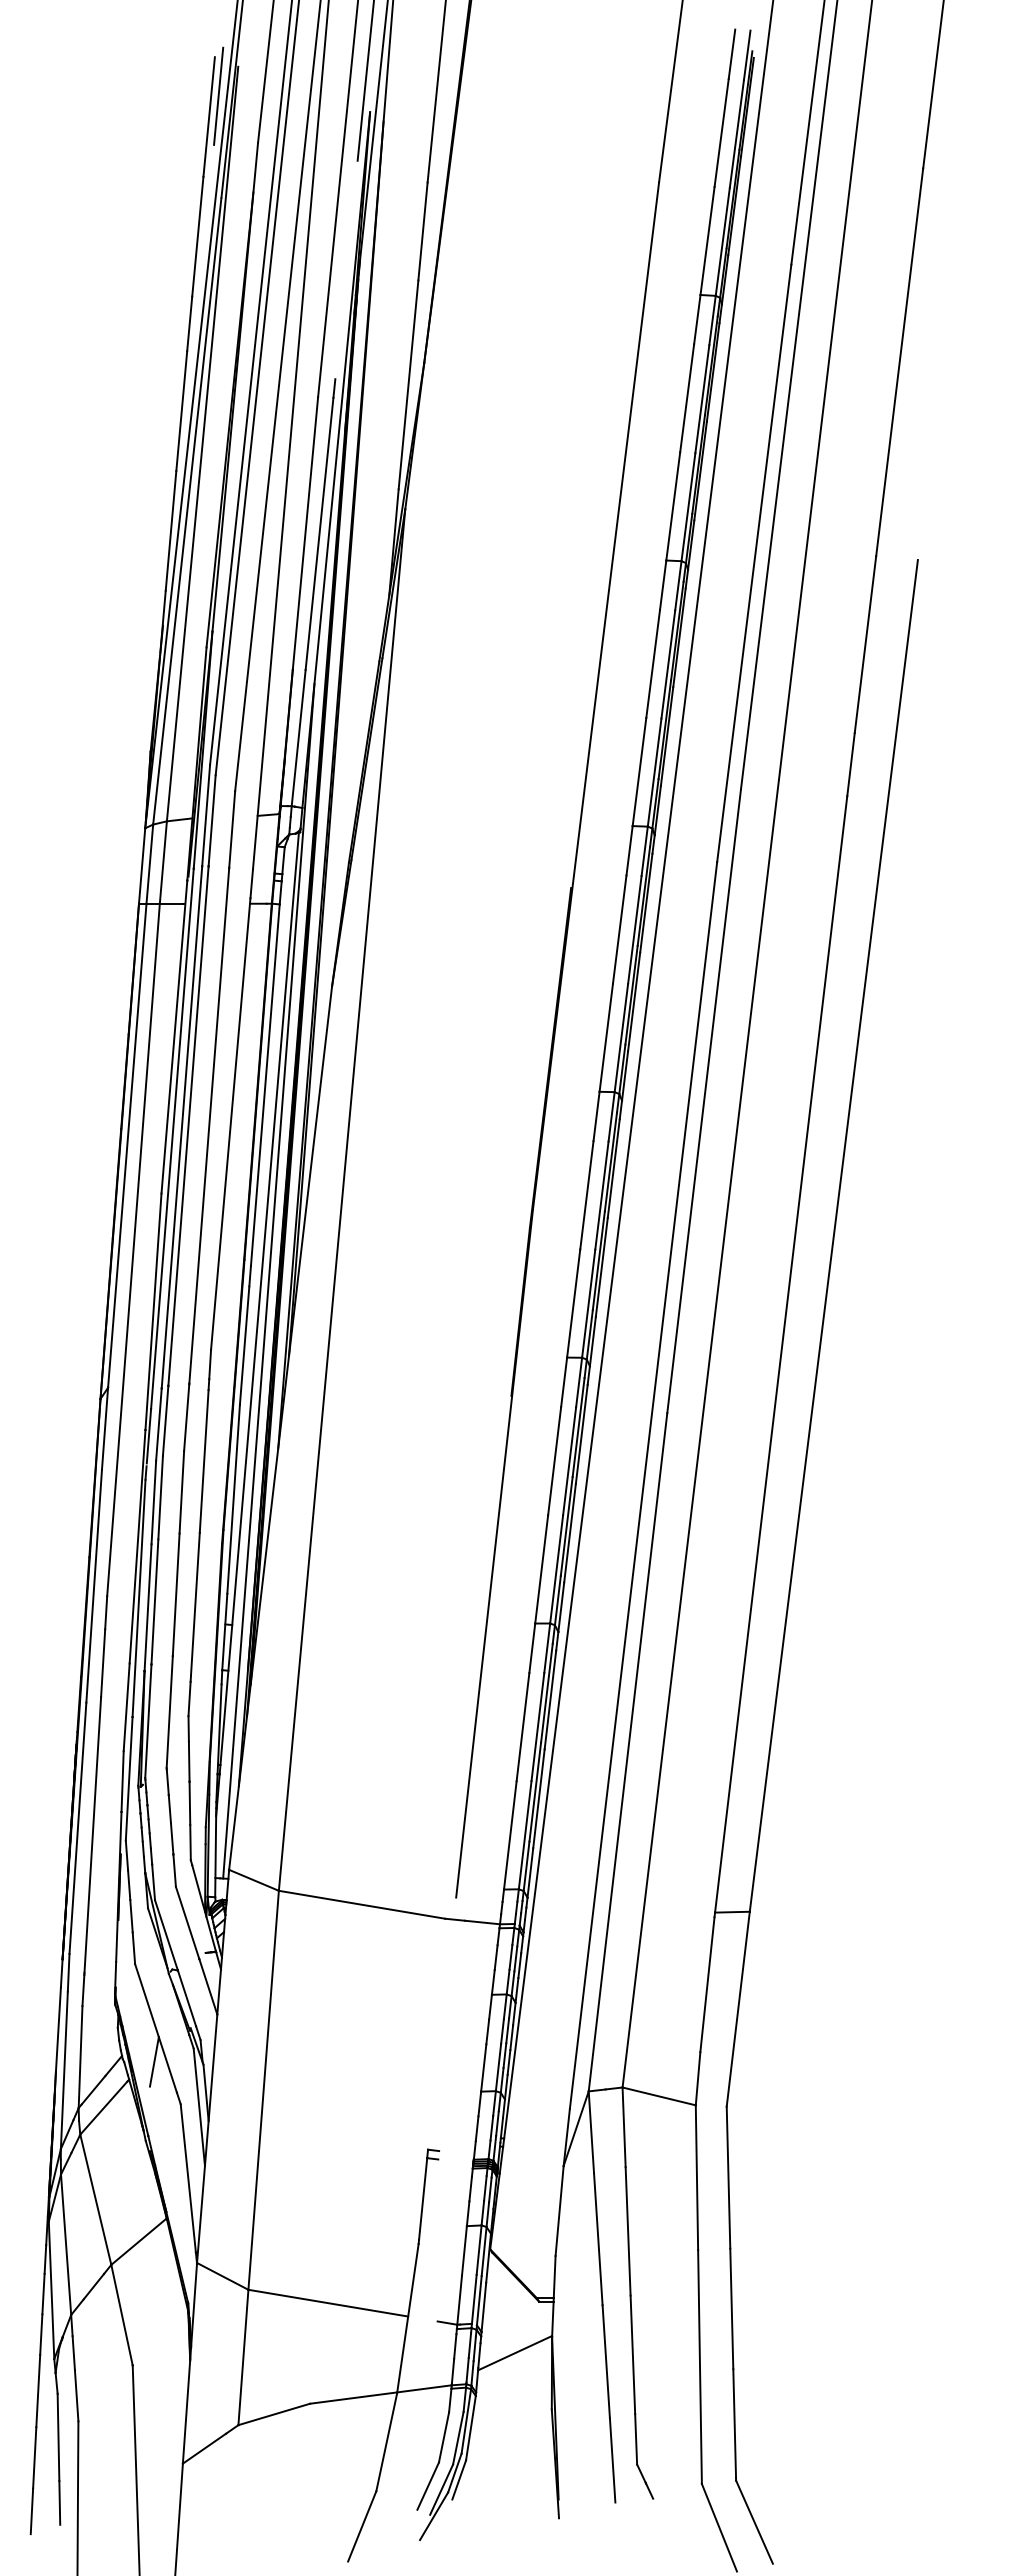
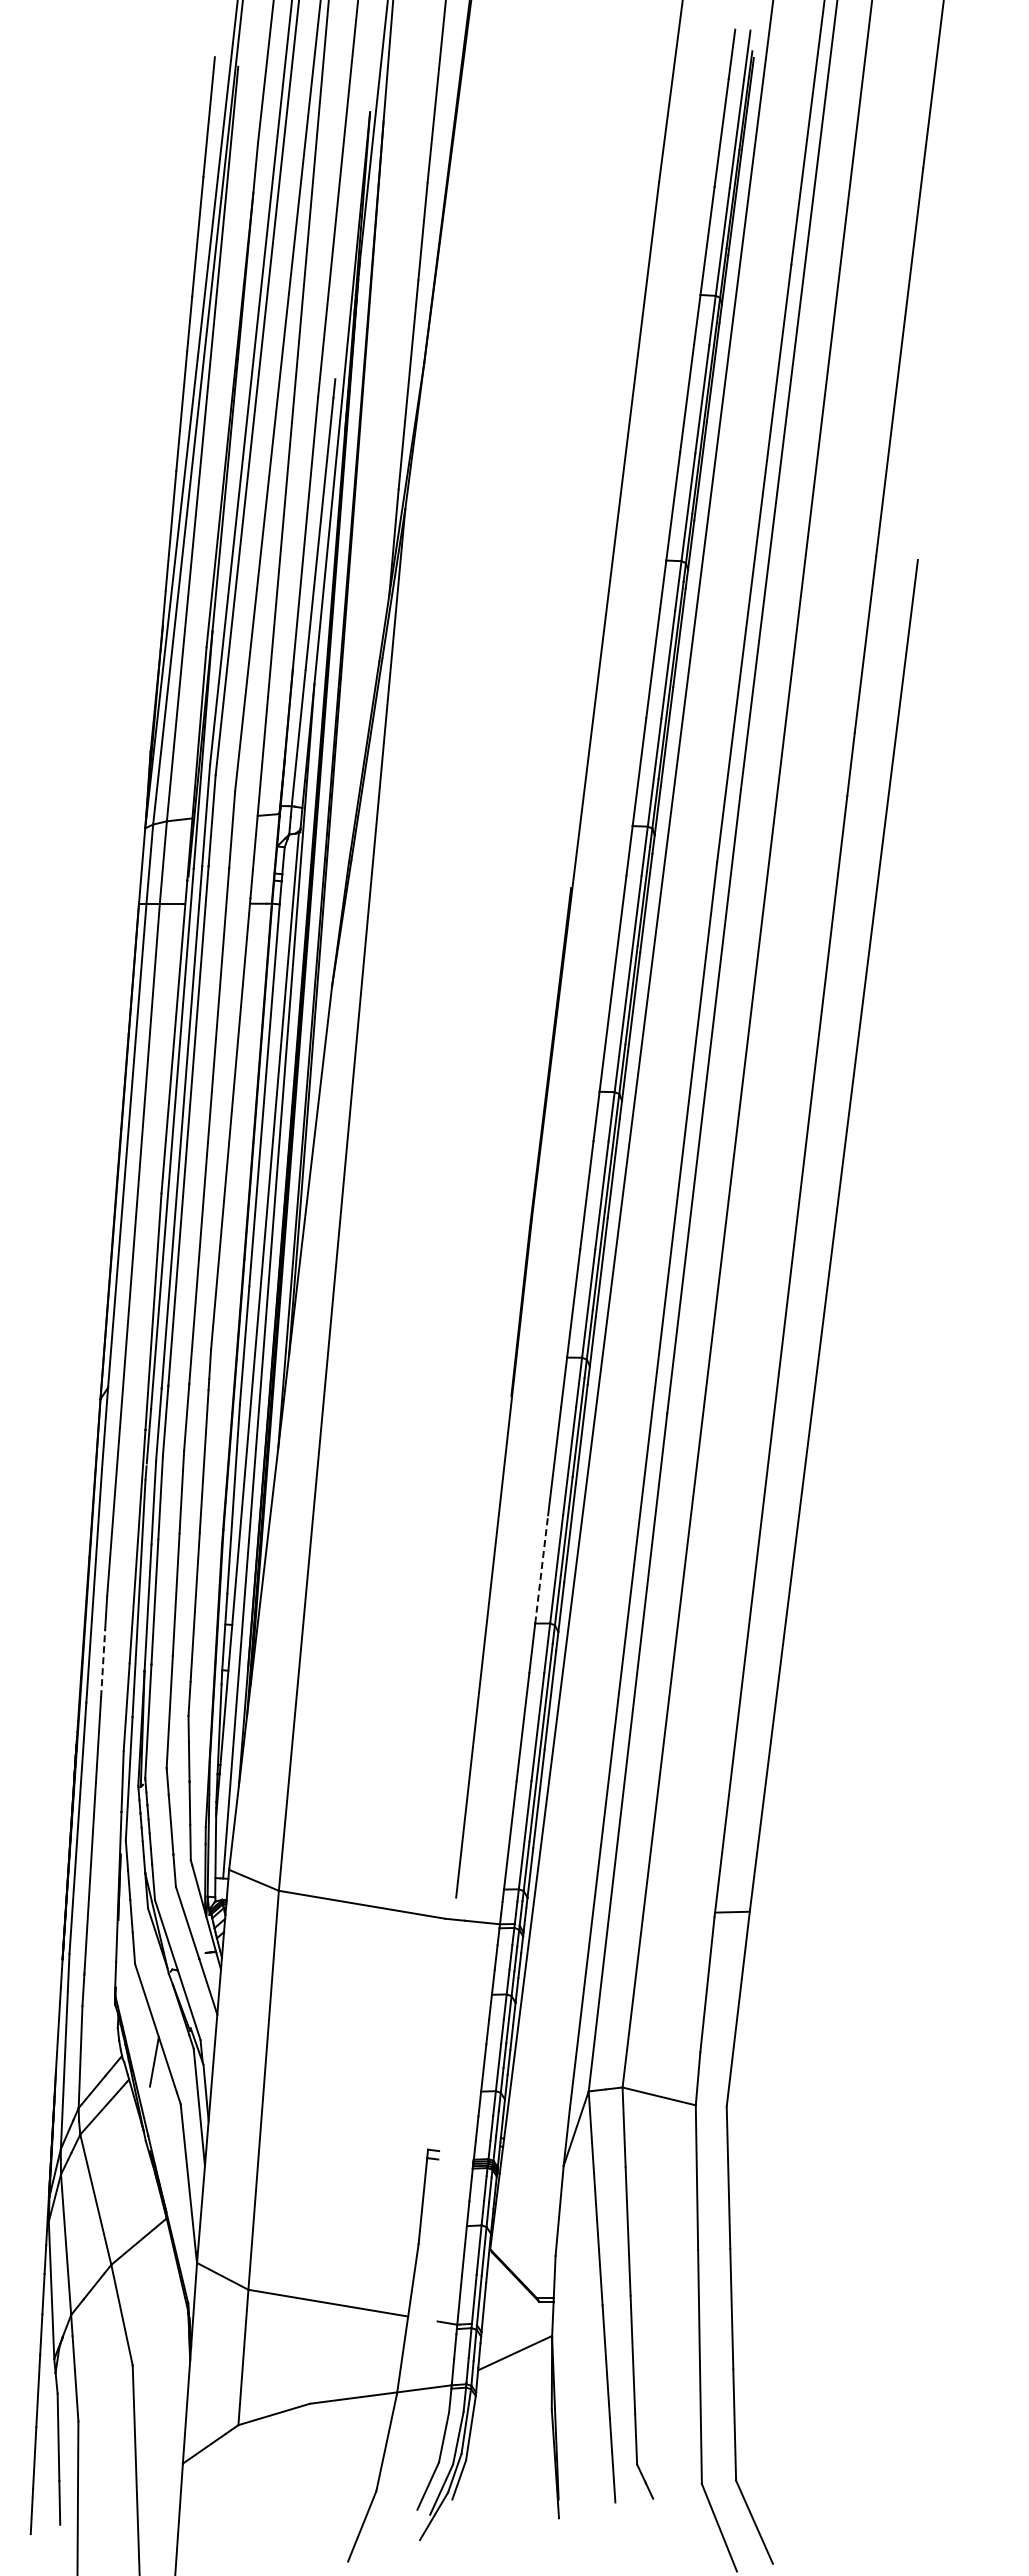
line at (365, 81): present -> none
line at (218, 95): present -> none
line at (541, 1569): solid -> dashed
line at (103, 1663): solid -> dashed
